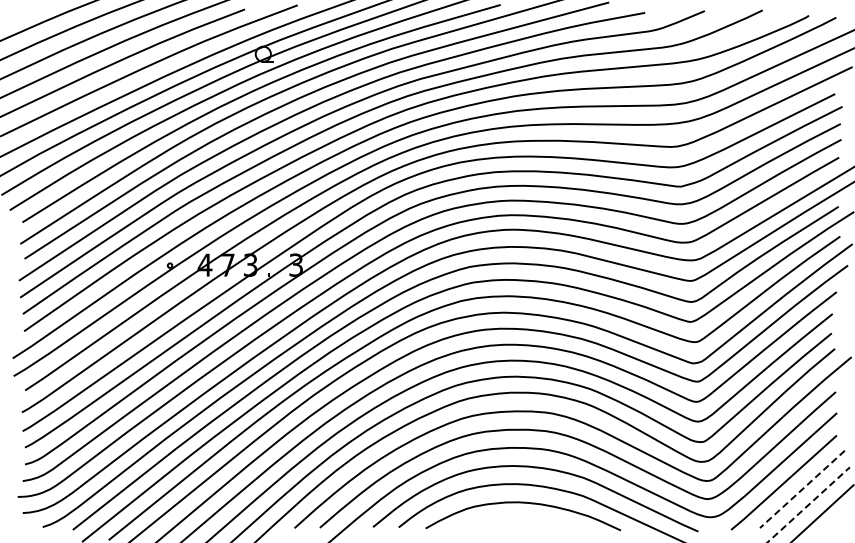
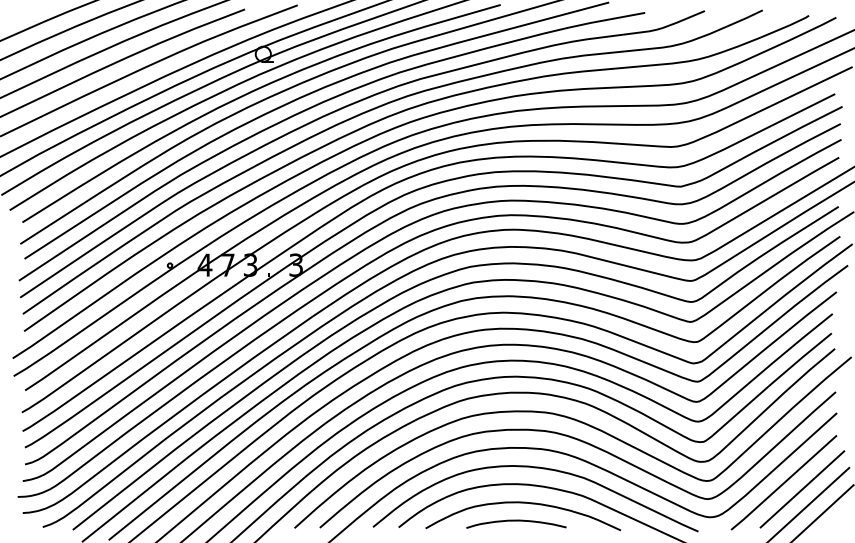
line at (802, 489): dashed -> solid
line at (808, 504): dashed -> solid
curve at (516, 521): none -> present
